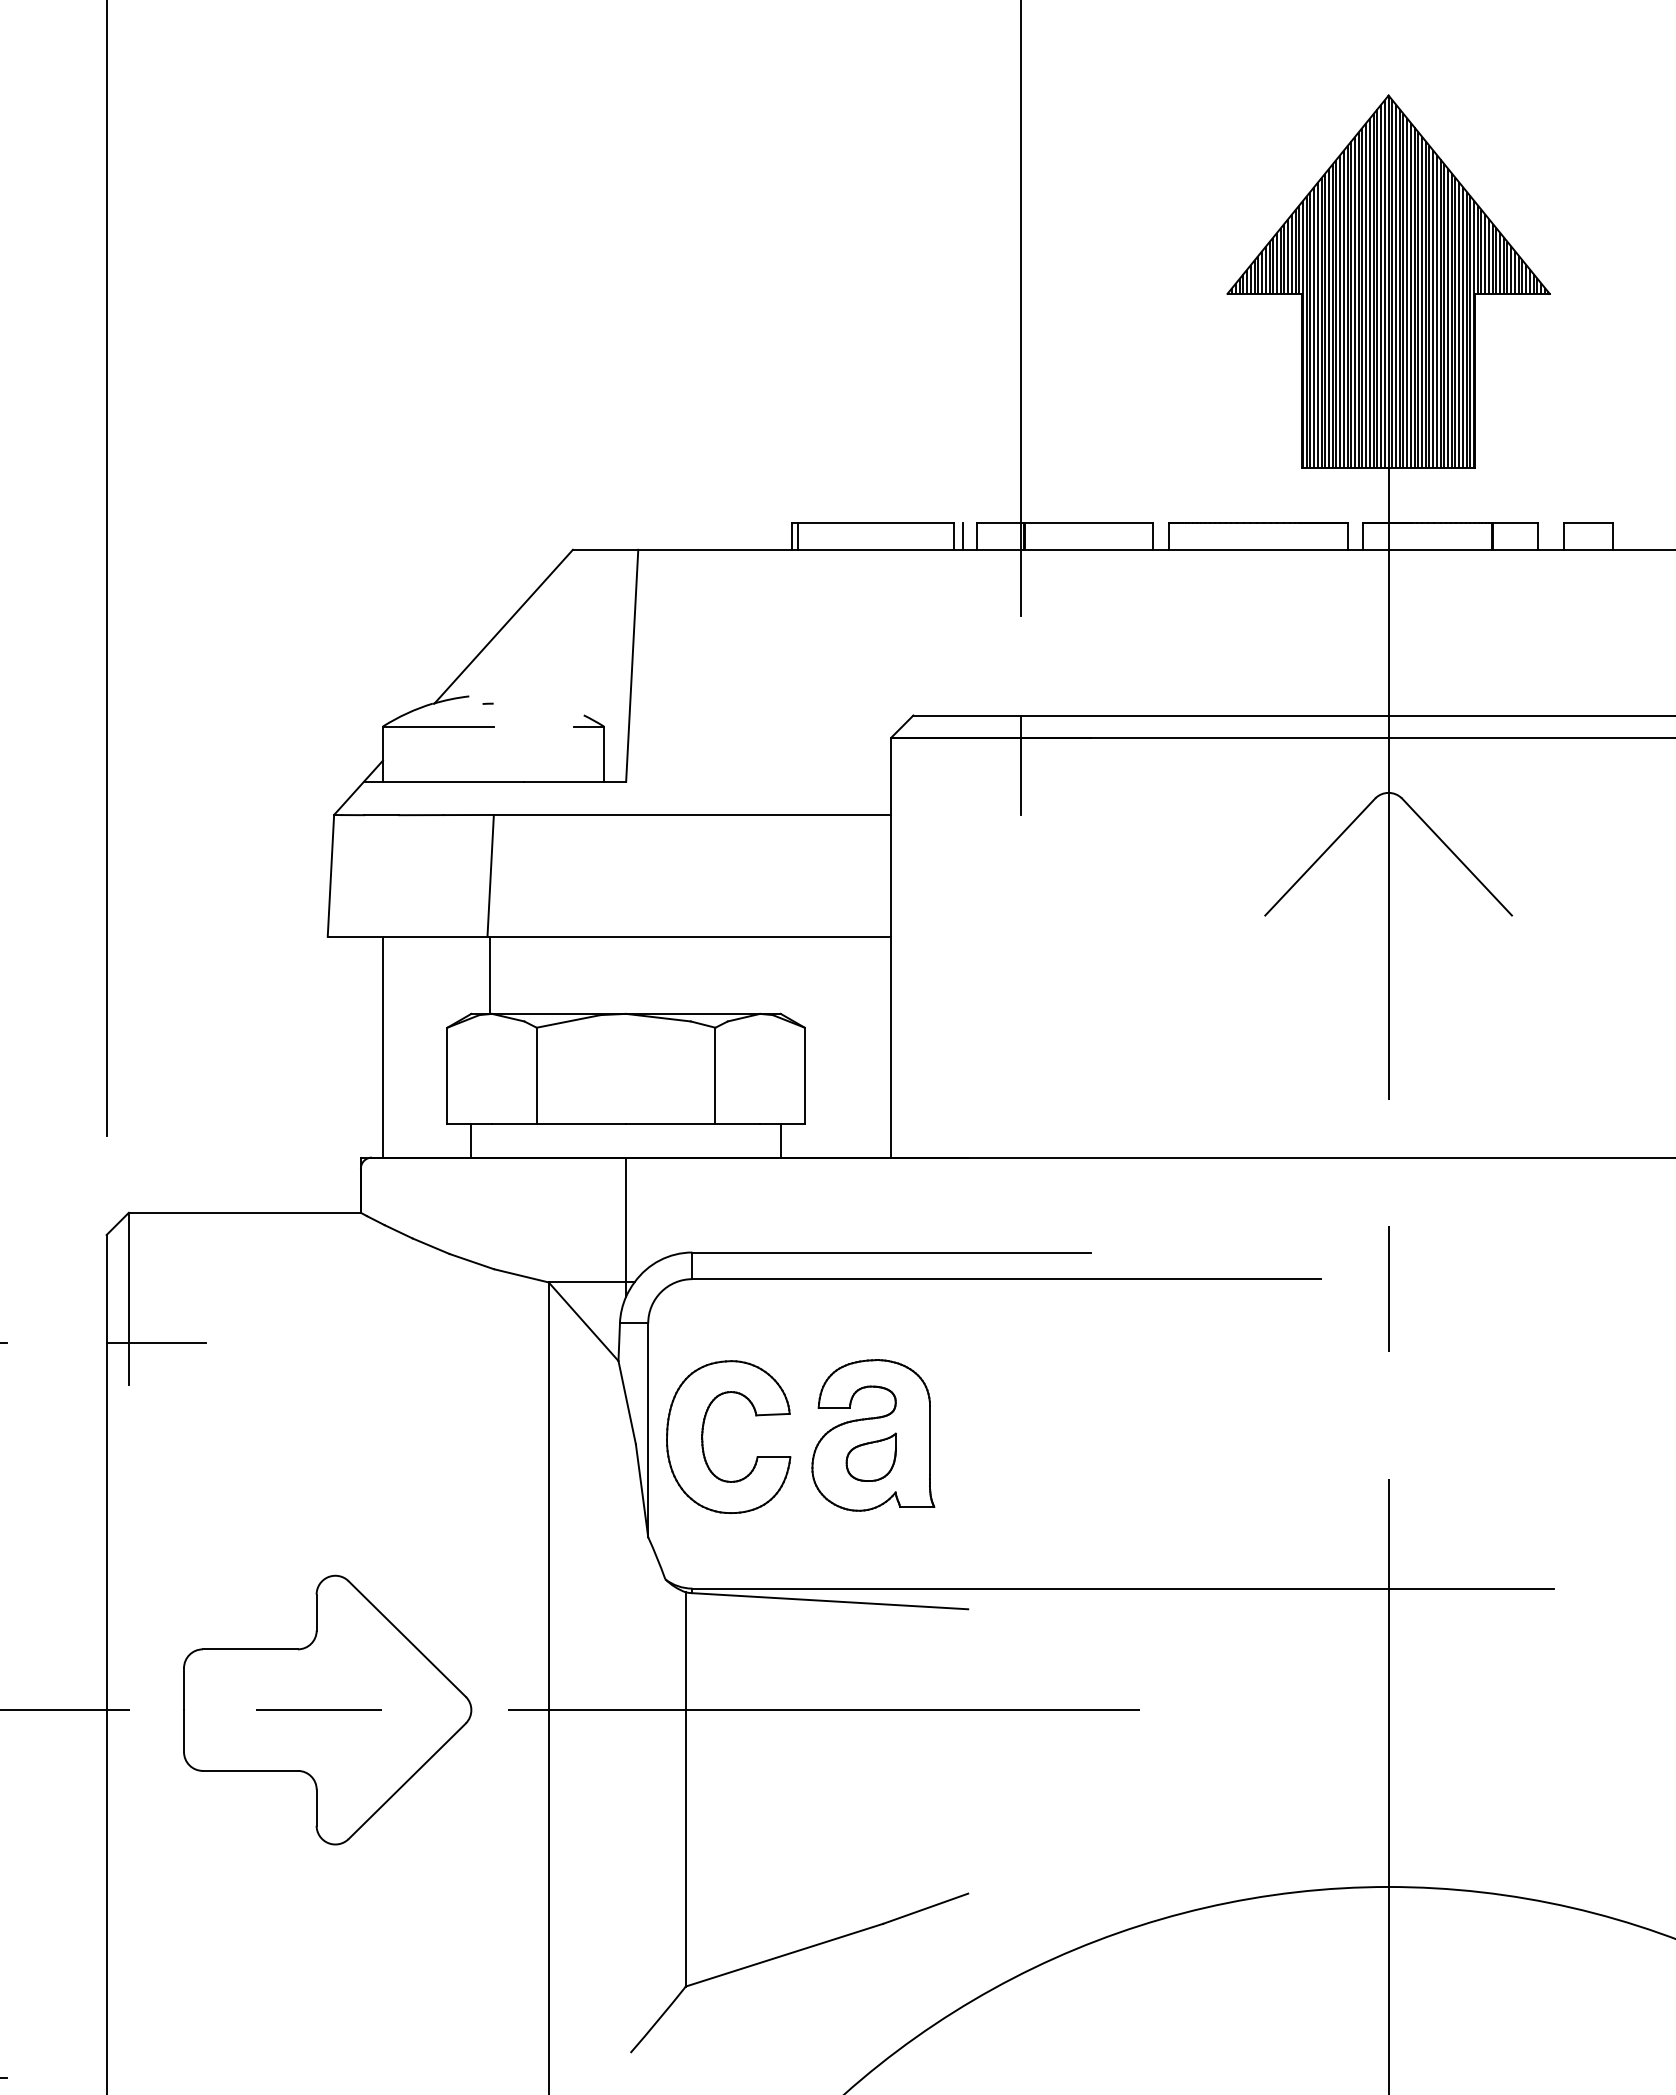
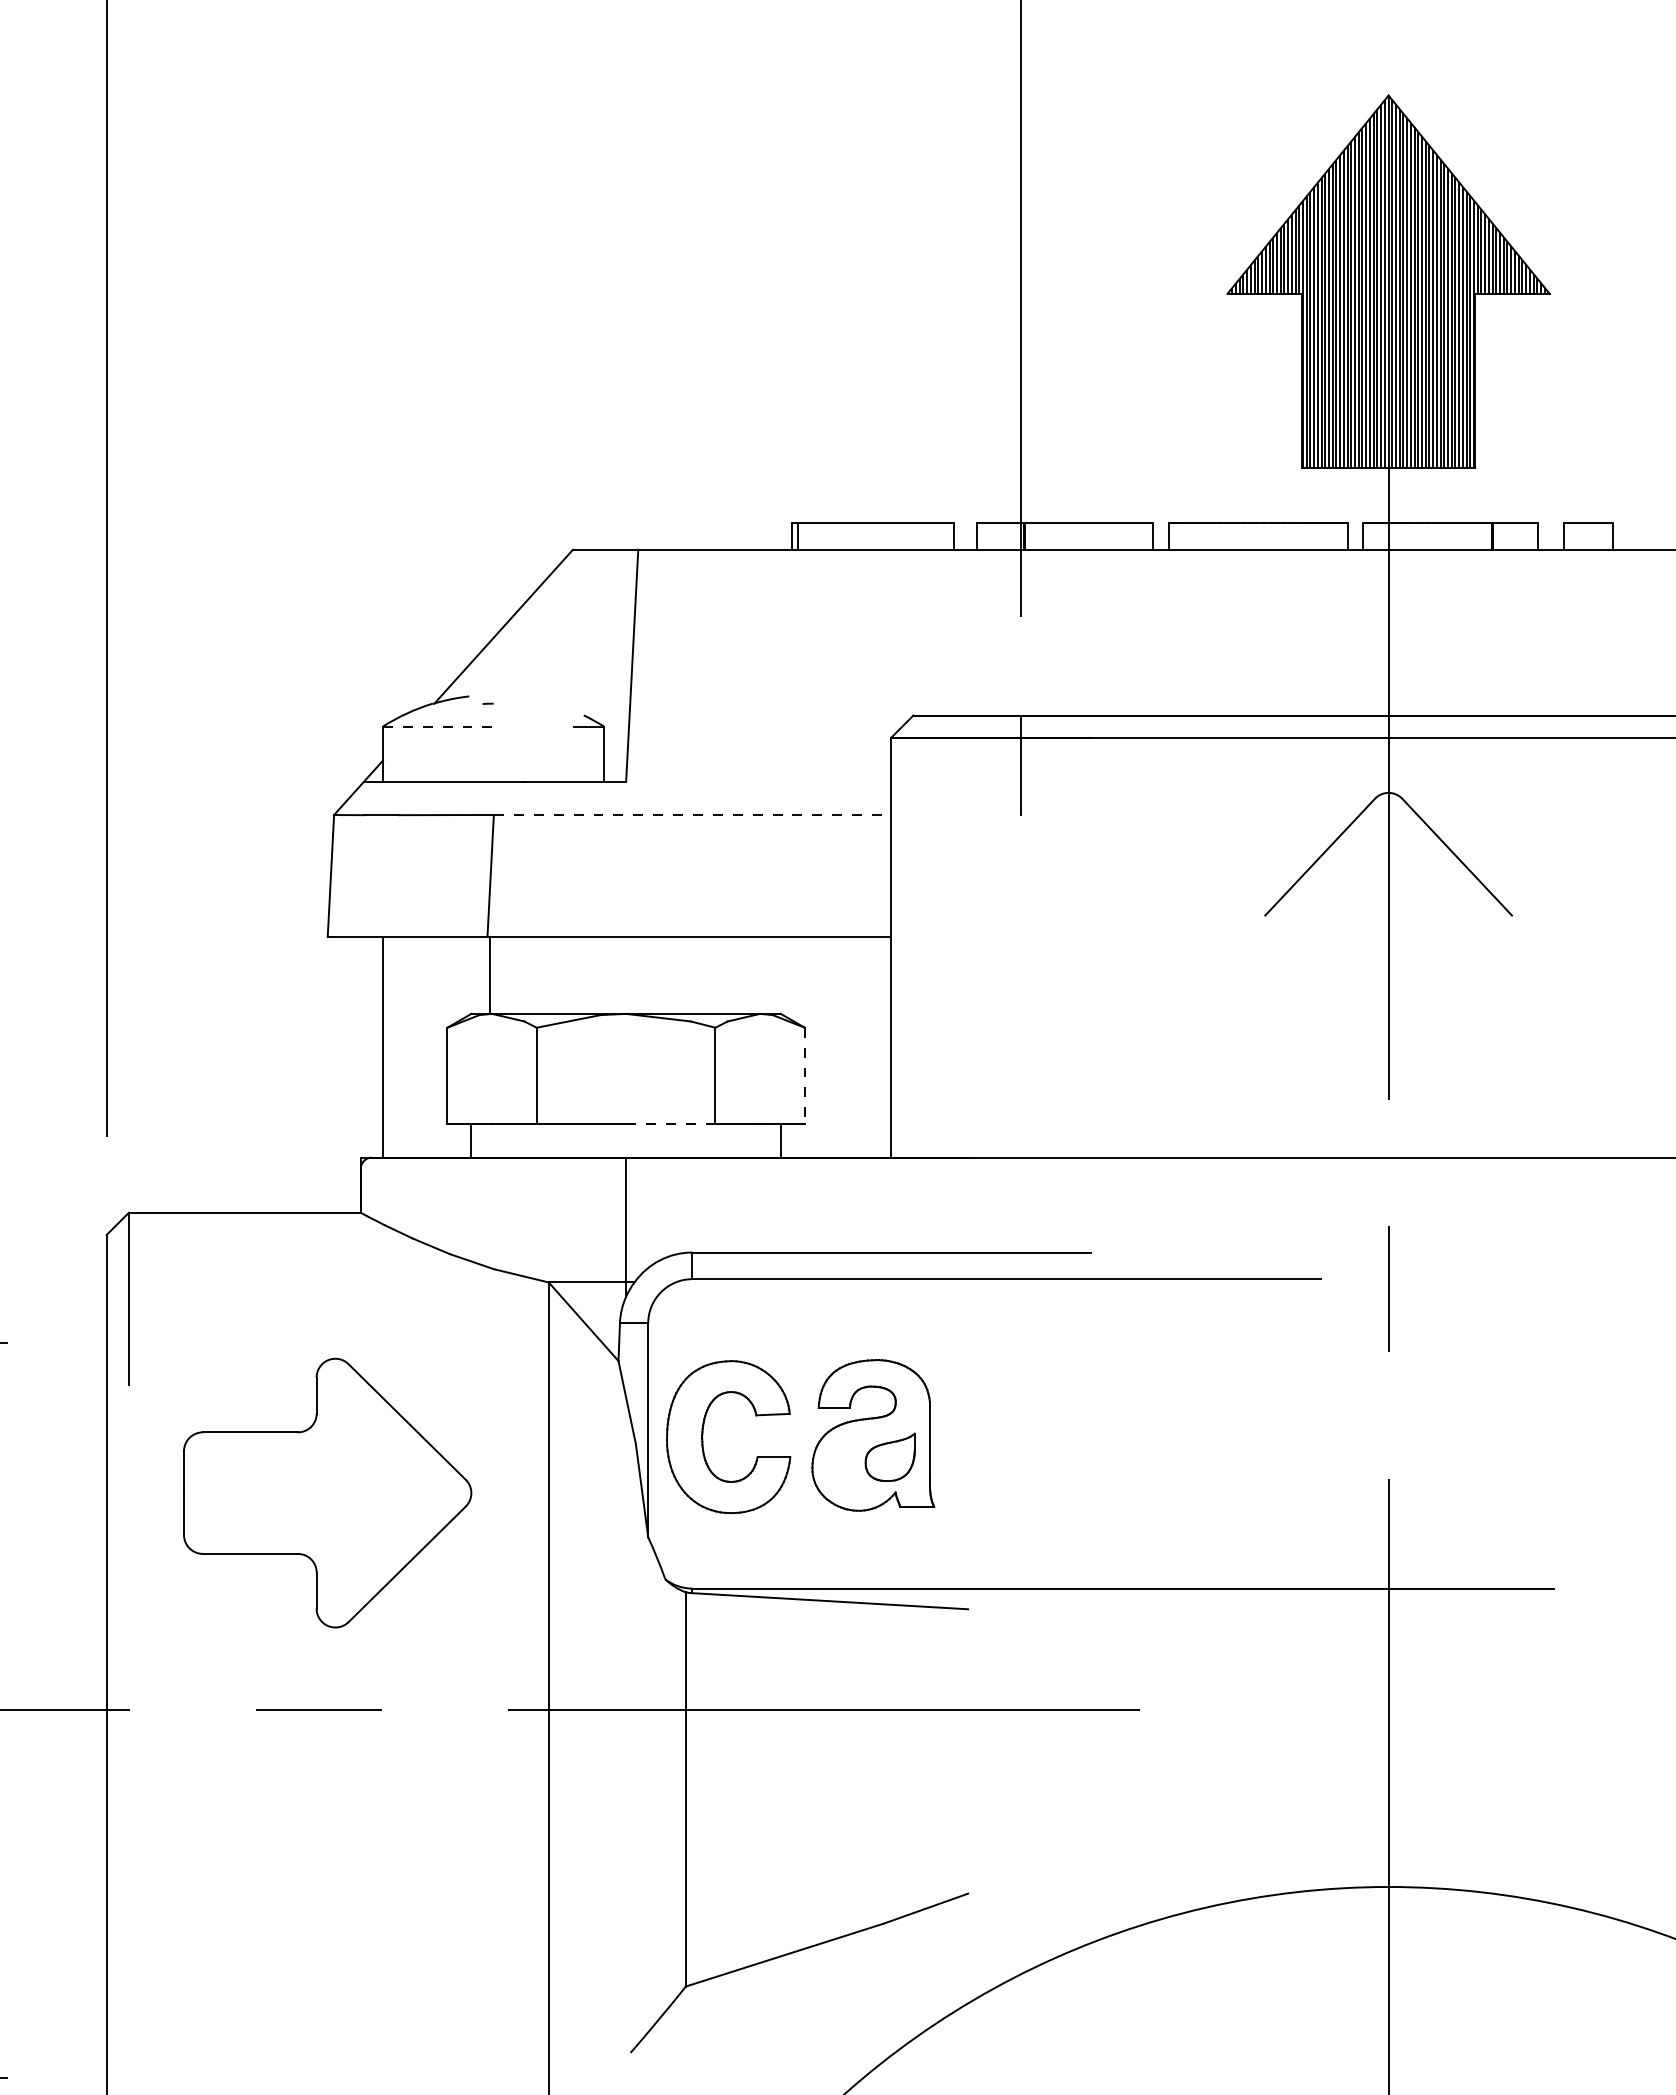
line at (962, 536): present -> none
line at (438, 726): solid -> dashed
line at (692, 814): solid -> dashed
line at (804, 1076): solid -> dashed
line at (670, 1124): solid -> dashed
line at (156, 1342): present -> none
part at (870, 1456) position: (870, 1456) -> (889, 1456)
part at (327, 1709) position: (327, 1709) -> (327, 1492)
